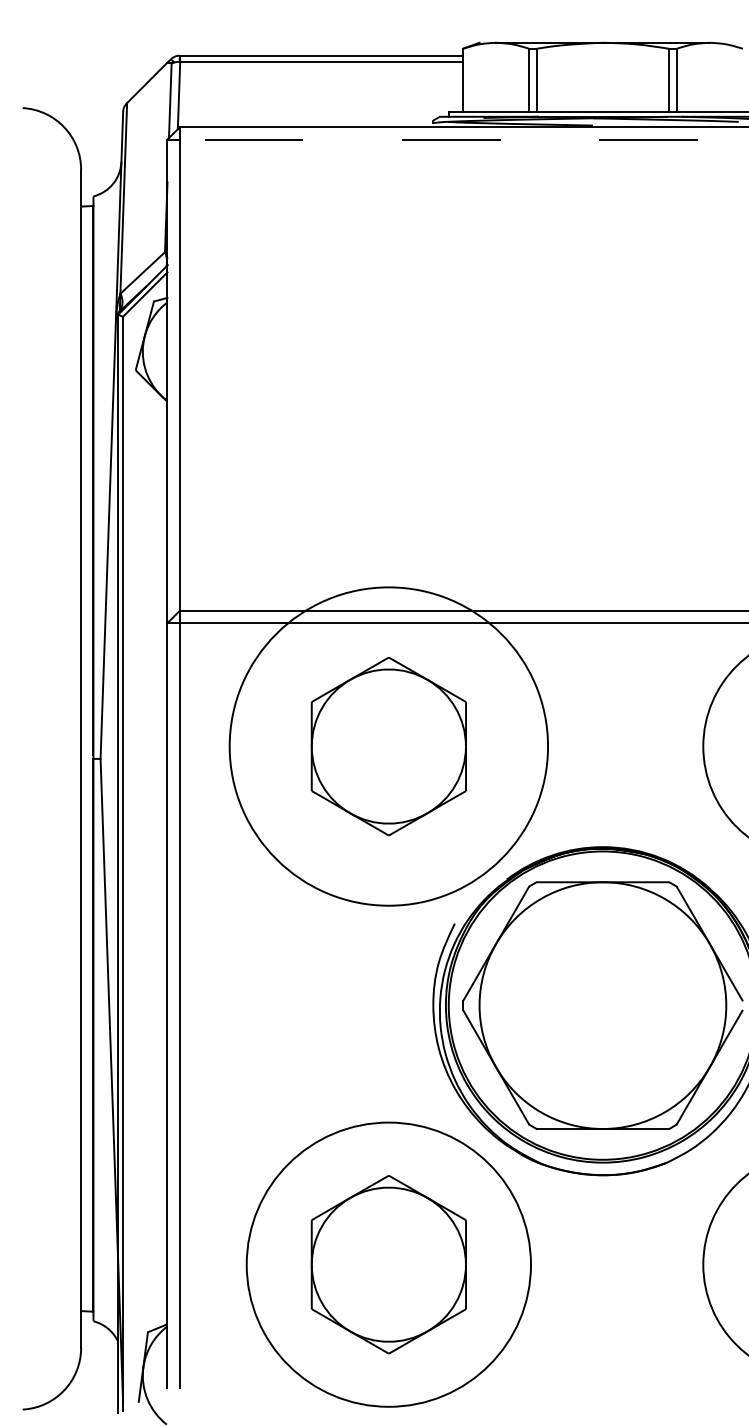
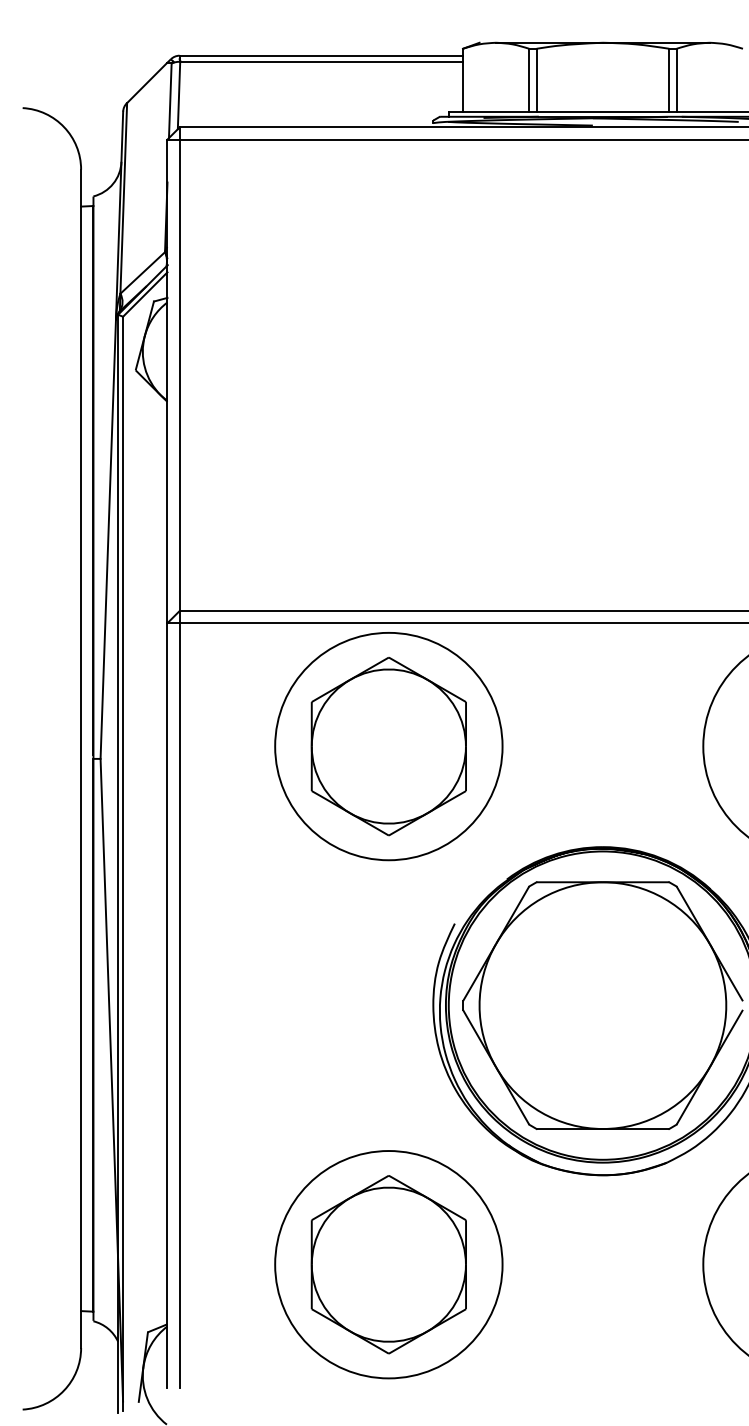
line at (463, 139): dashed -> solid
circle at (388, 746) diameter: 318 px -> 227 px
circle at (388, 1264) diameter: 284 px -> 227 px
